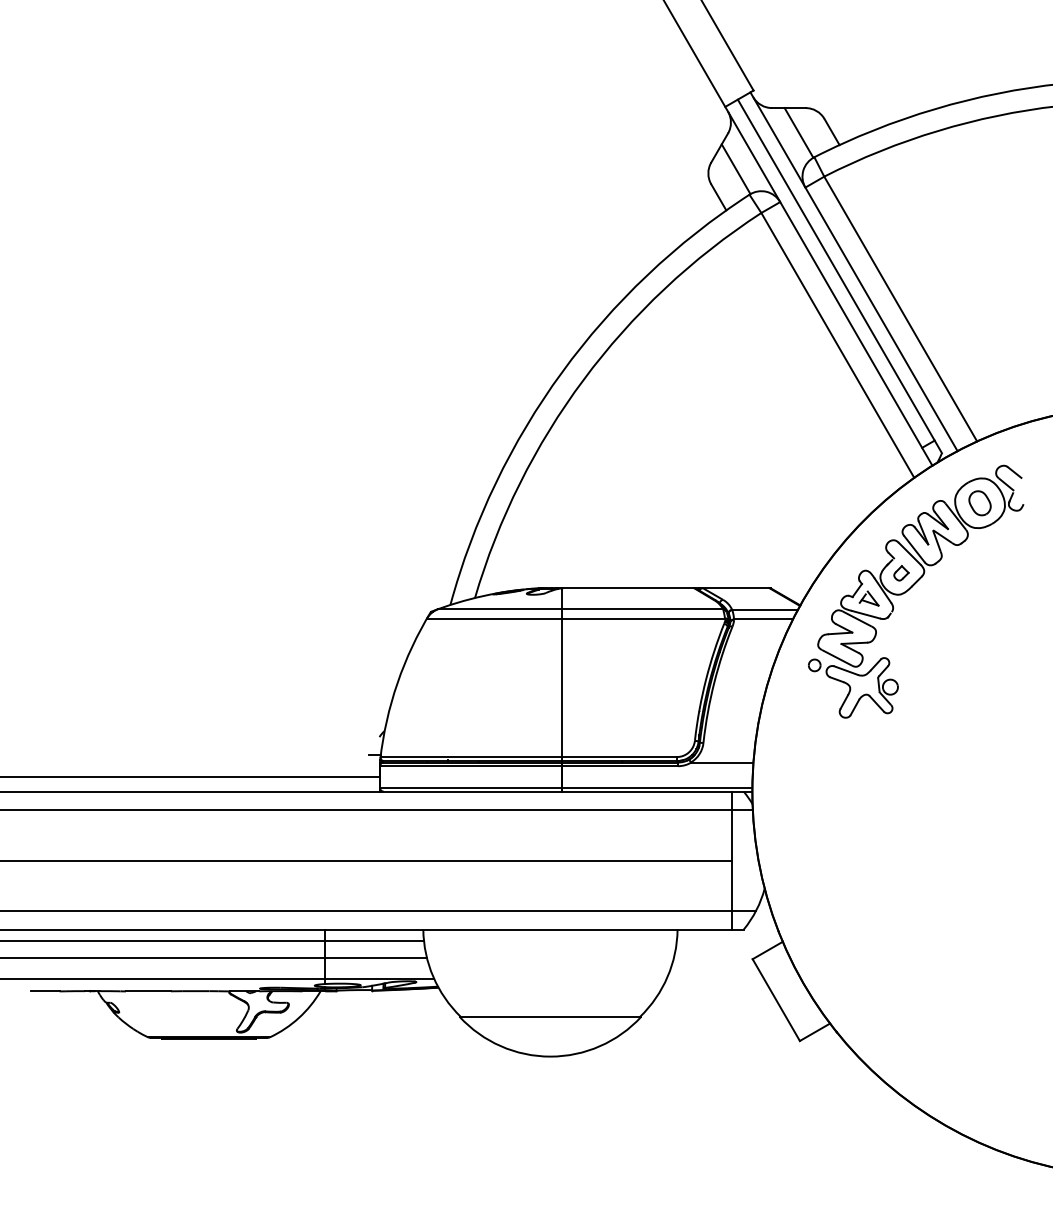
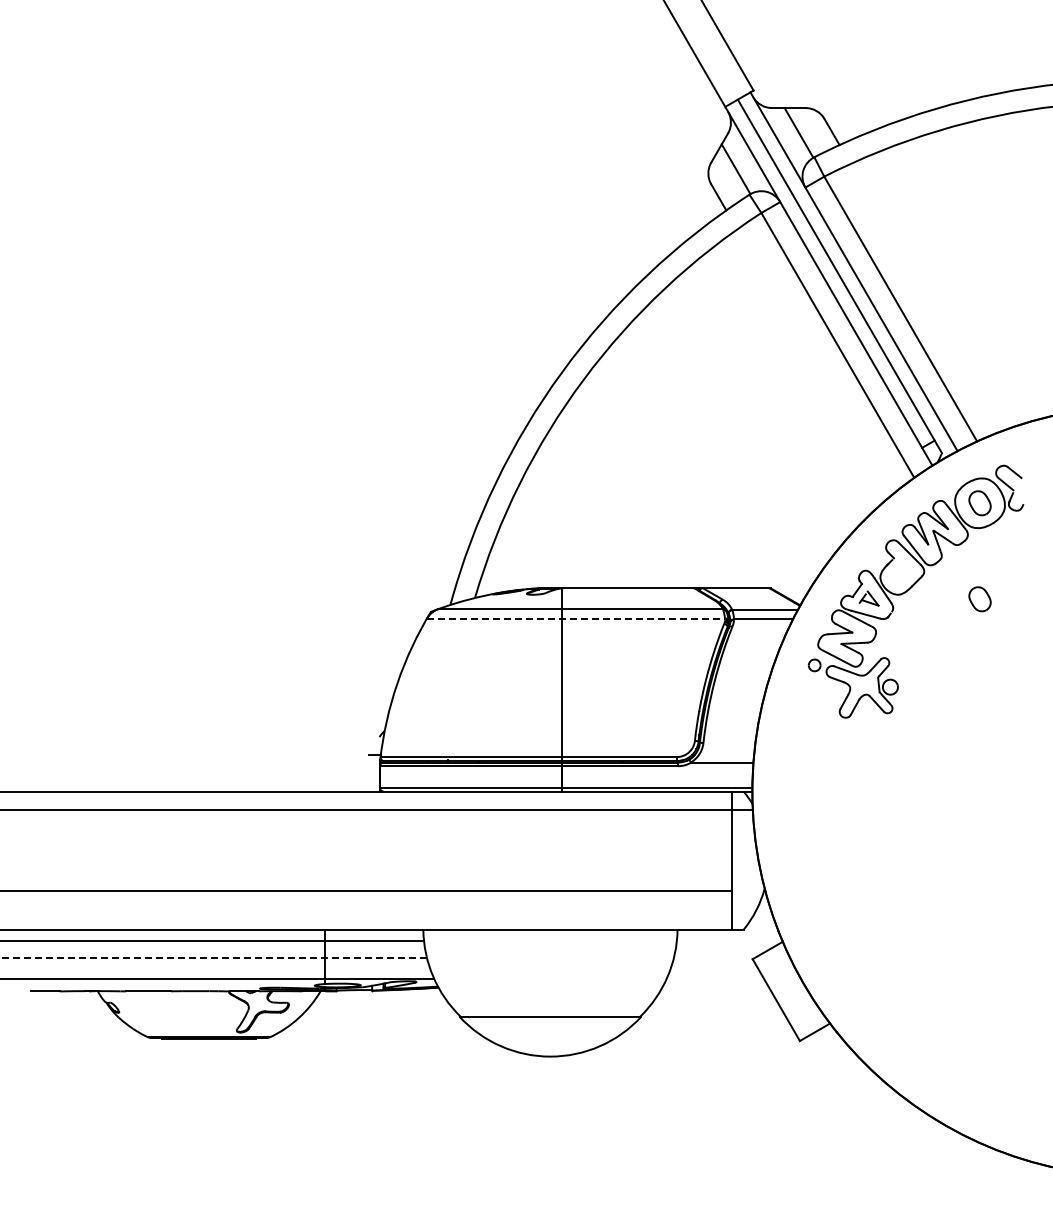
part at (901, 573): present -> none
part at (979, 599): none -> present
line at (576, 618): solid -> dashed
line at (191, 777): present -> none
line at (367, 860) position: (367, 860) -> (367, 890)
line at (378, 911): present -> none
line at (213, 958): solid -> dashed
